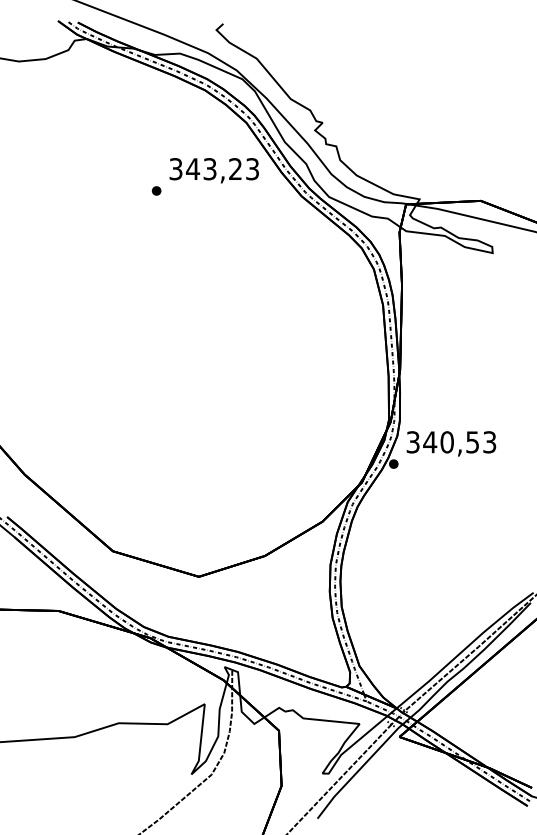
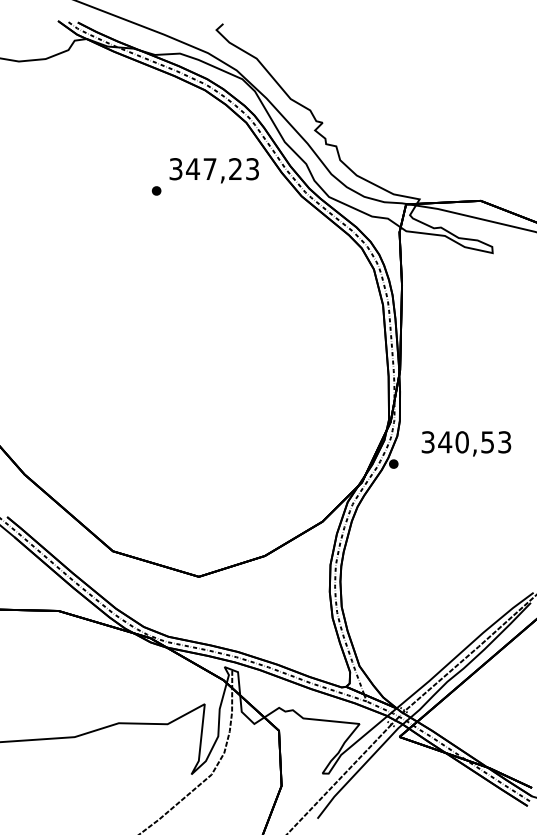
text at (209, 169): 343,23 -> 347,23
text at (451, 443) position: (451, 443) -> (466, 443)
